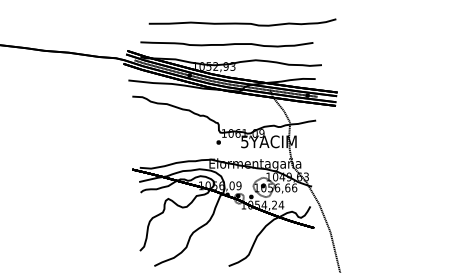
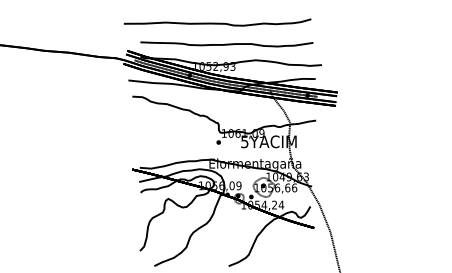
part at (242, 22) position: (242, 22) -> (217, 22)
